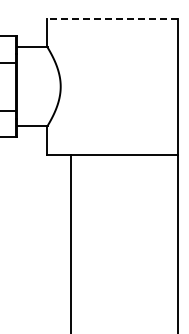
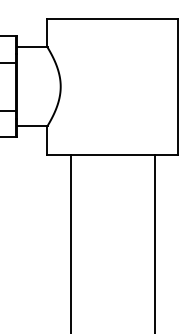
line at (112, 18): dashed -> solid
line at (177, 242) position: (177, 242) -> (154, 242)
